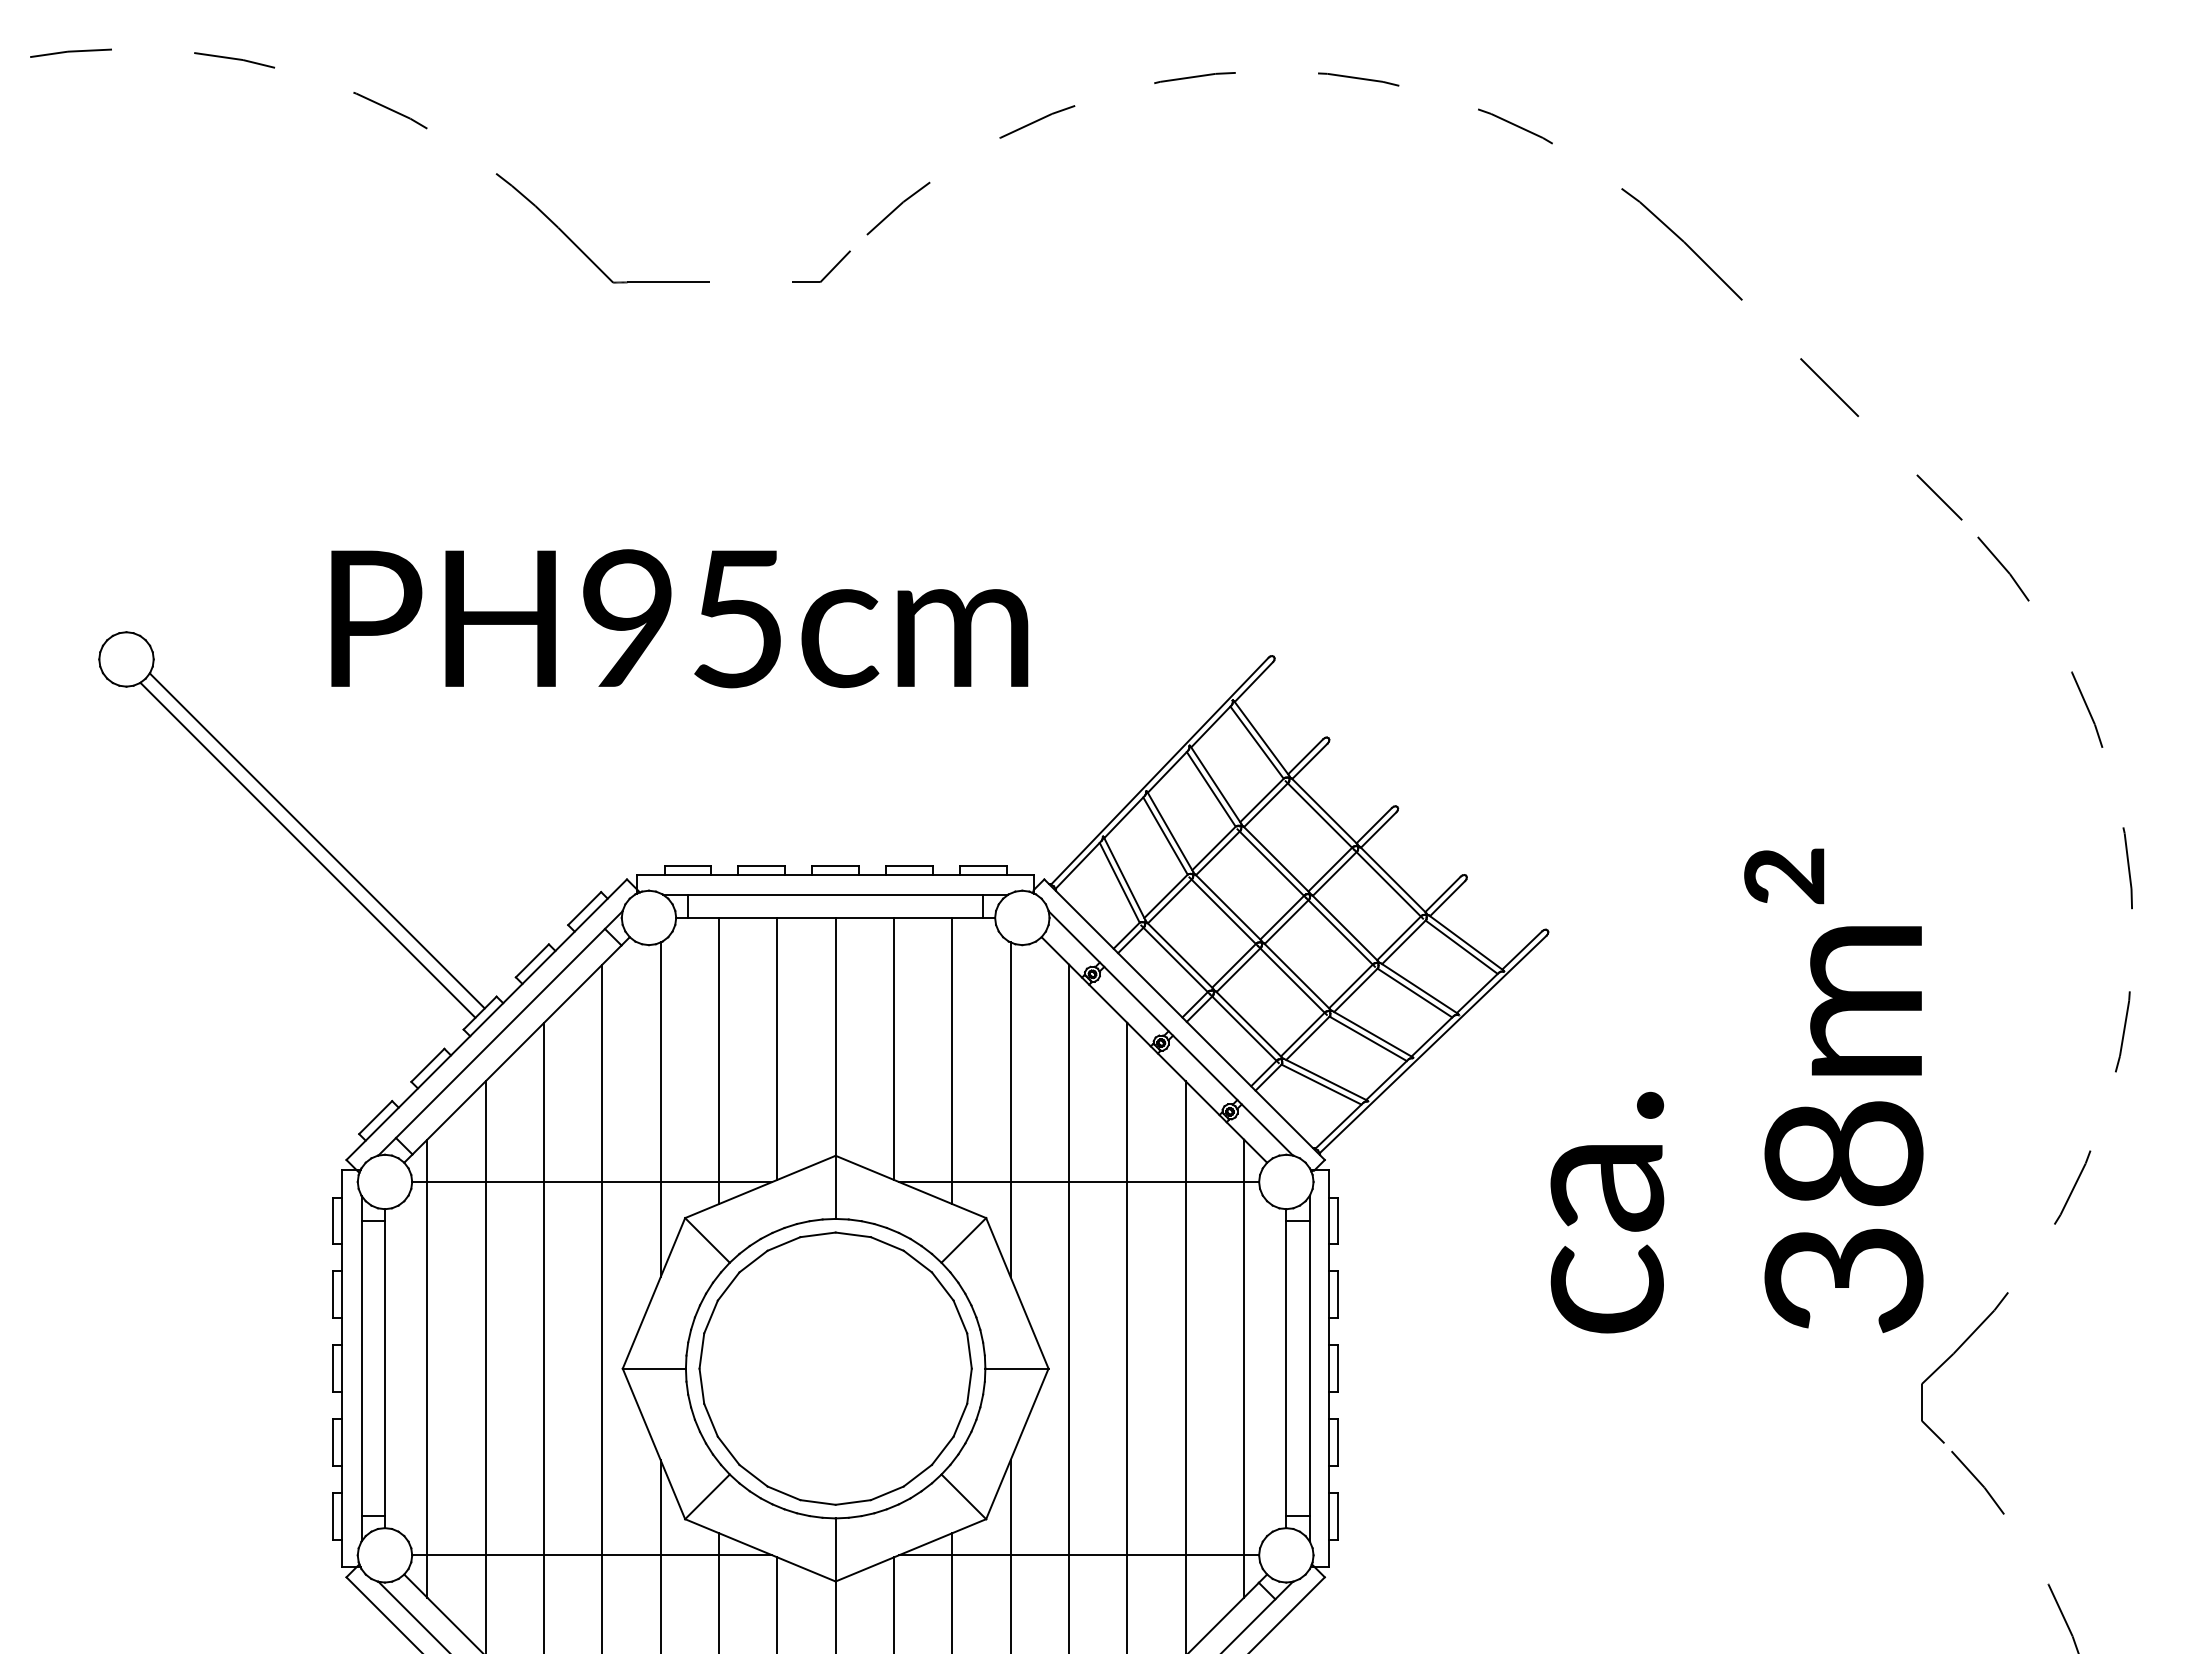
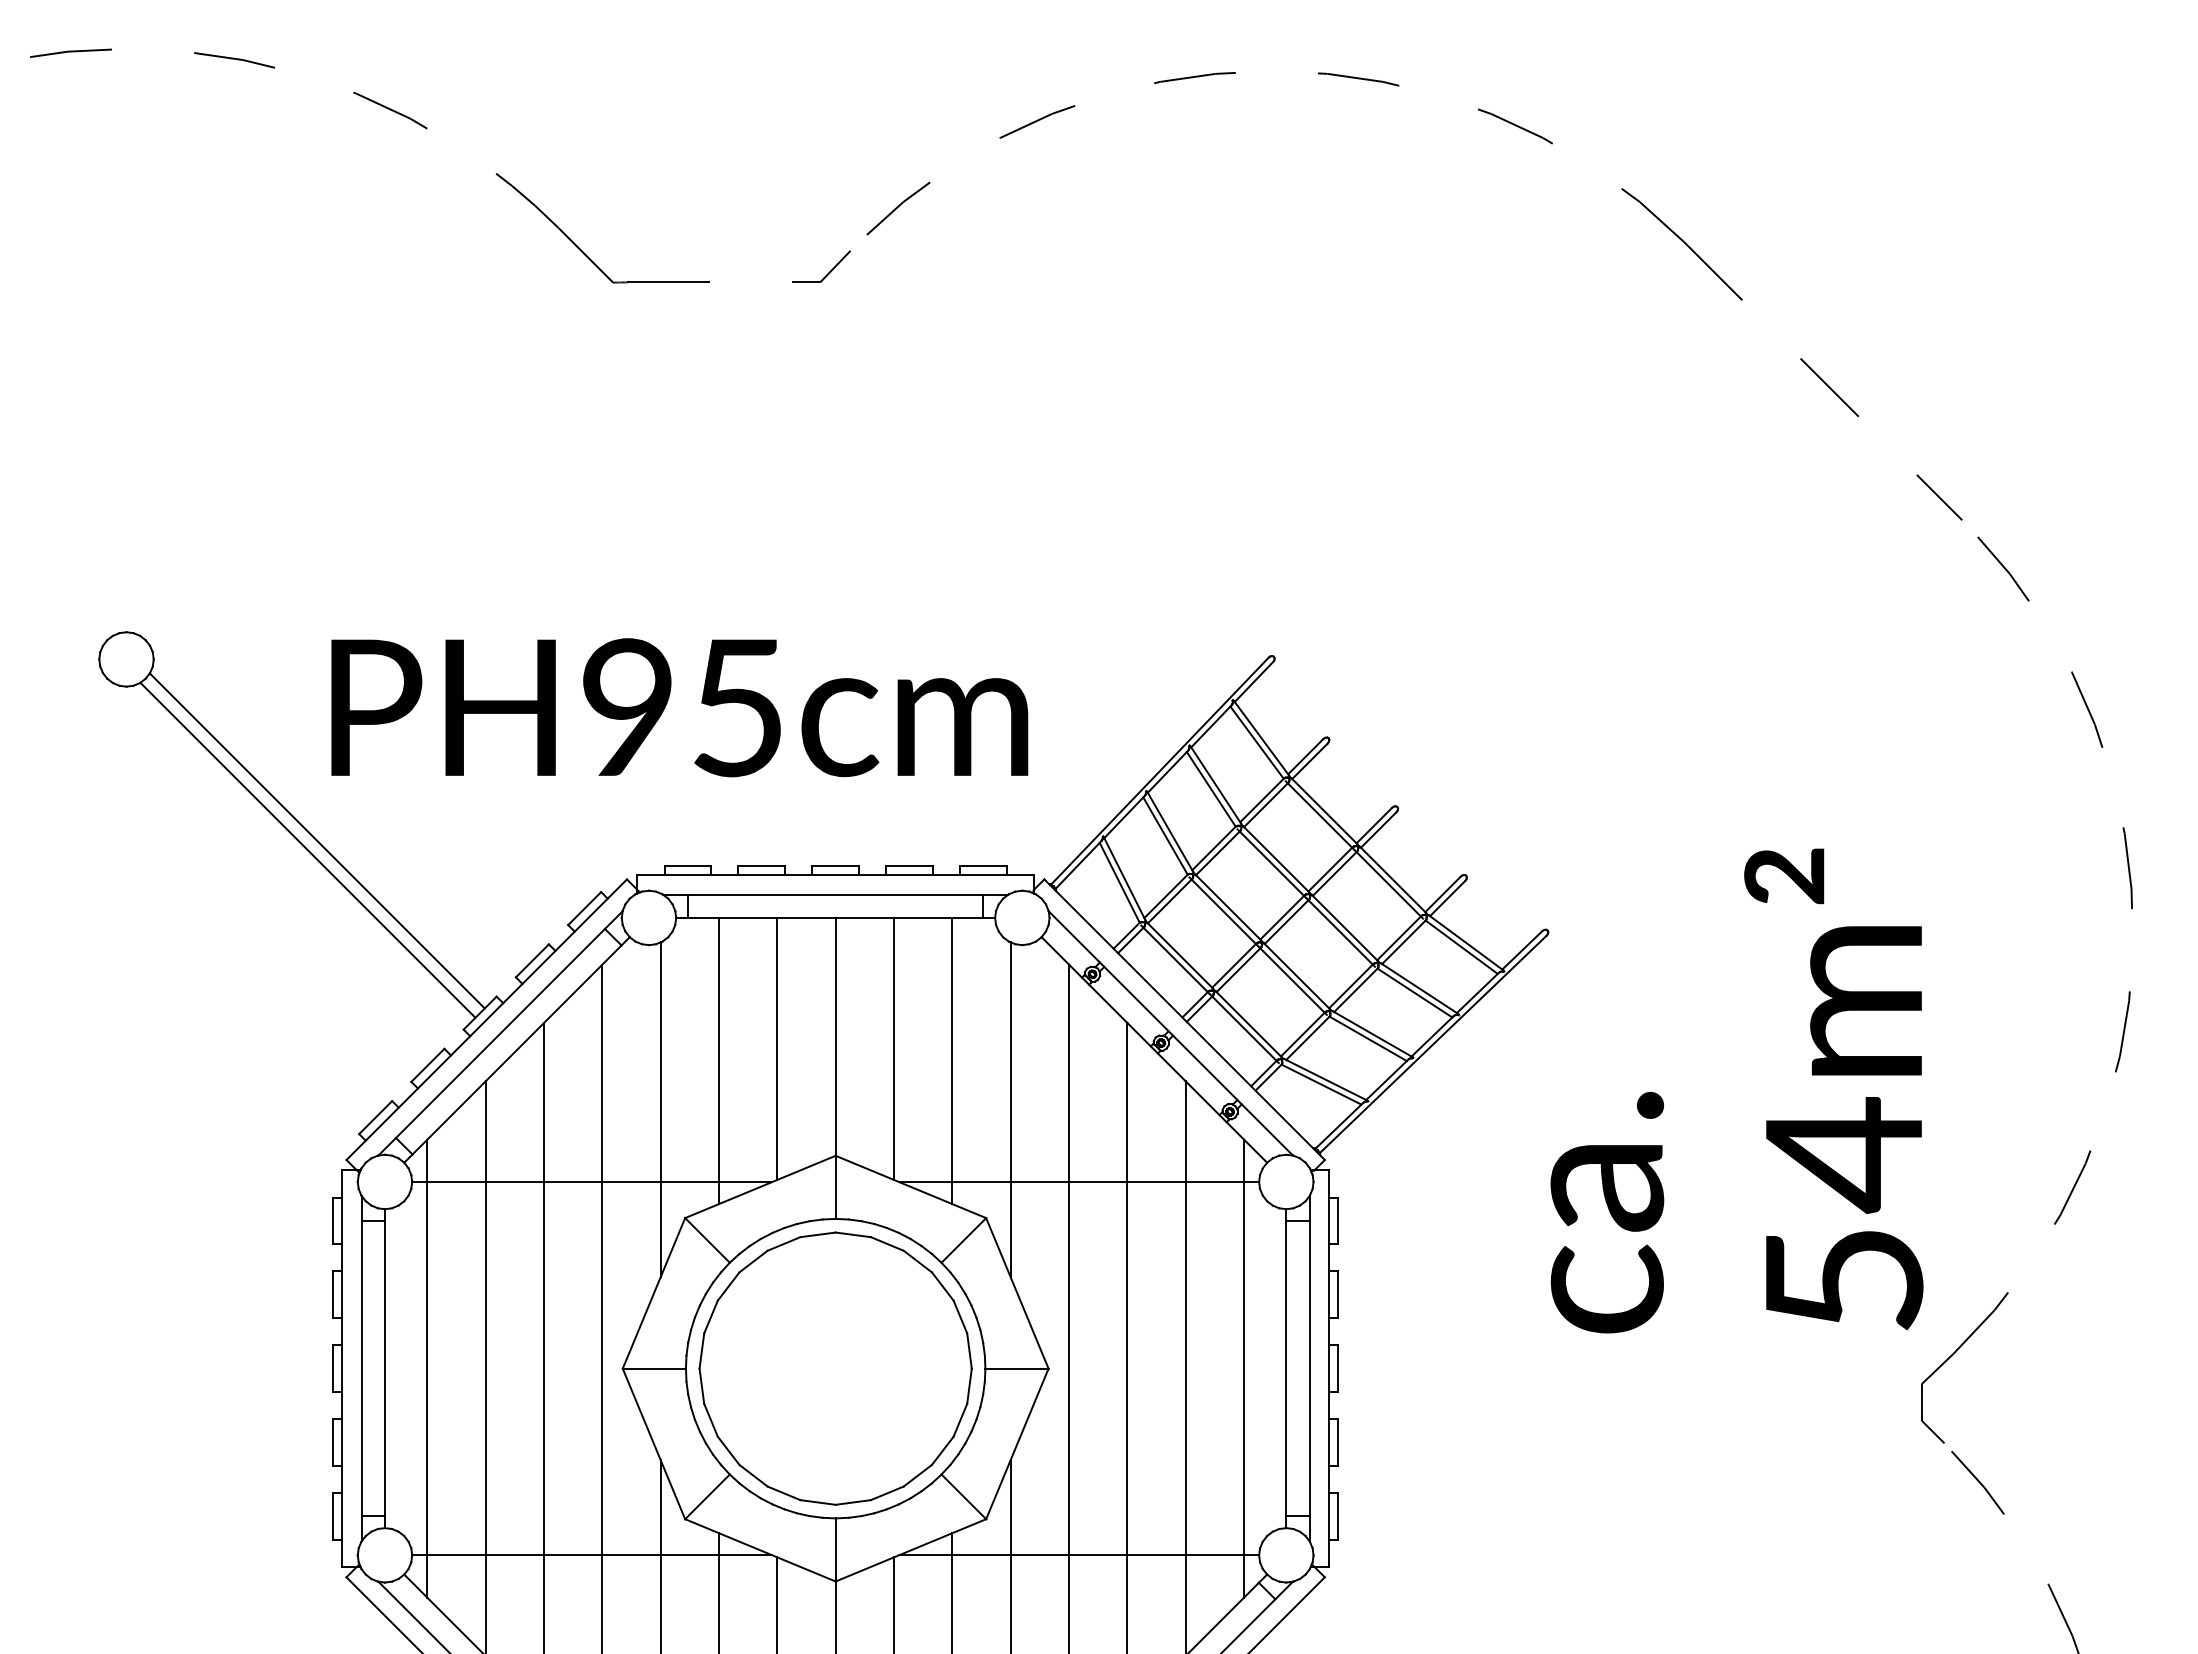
text at (679, 618) position: (679, 618) -> (679, 707)
text at (1843, 1215): 38m² -> 54m²
